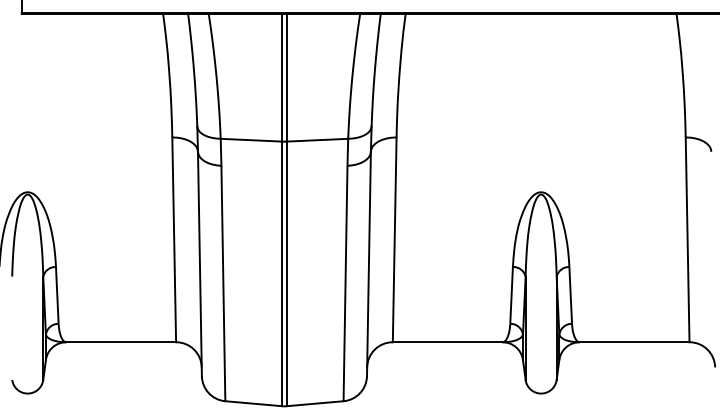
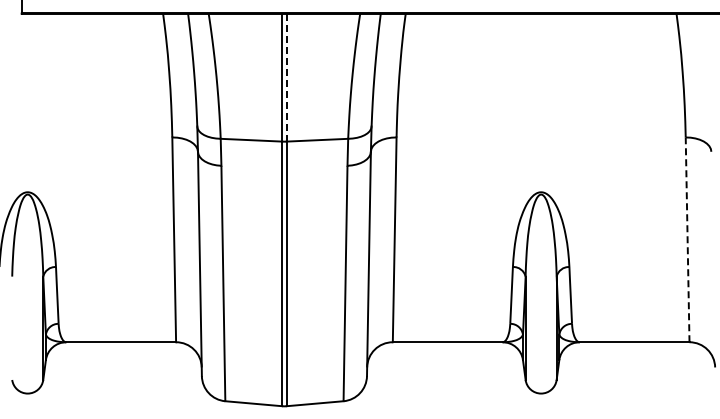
line at (286, 77): solid -> dashed
line at (687, 239): solid -> dashed
